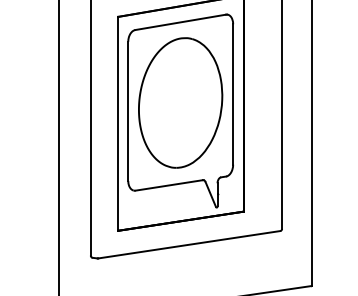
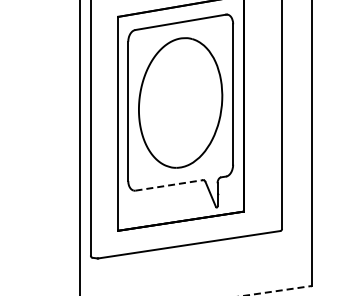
line at (58, 147) position: (58, 147) -> (79, 147)
line at (169, 185): solid -> dashed
line at (278, 290): solid -> dashed
